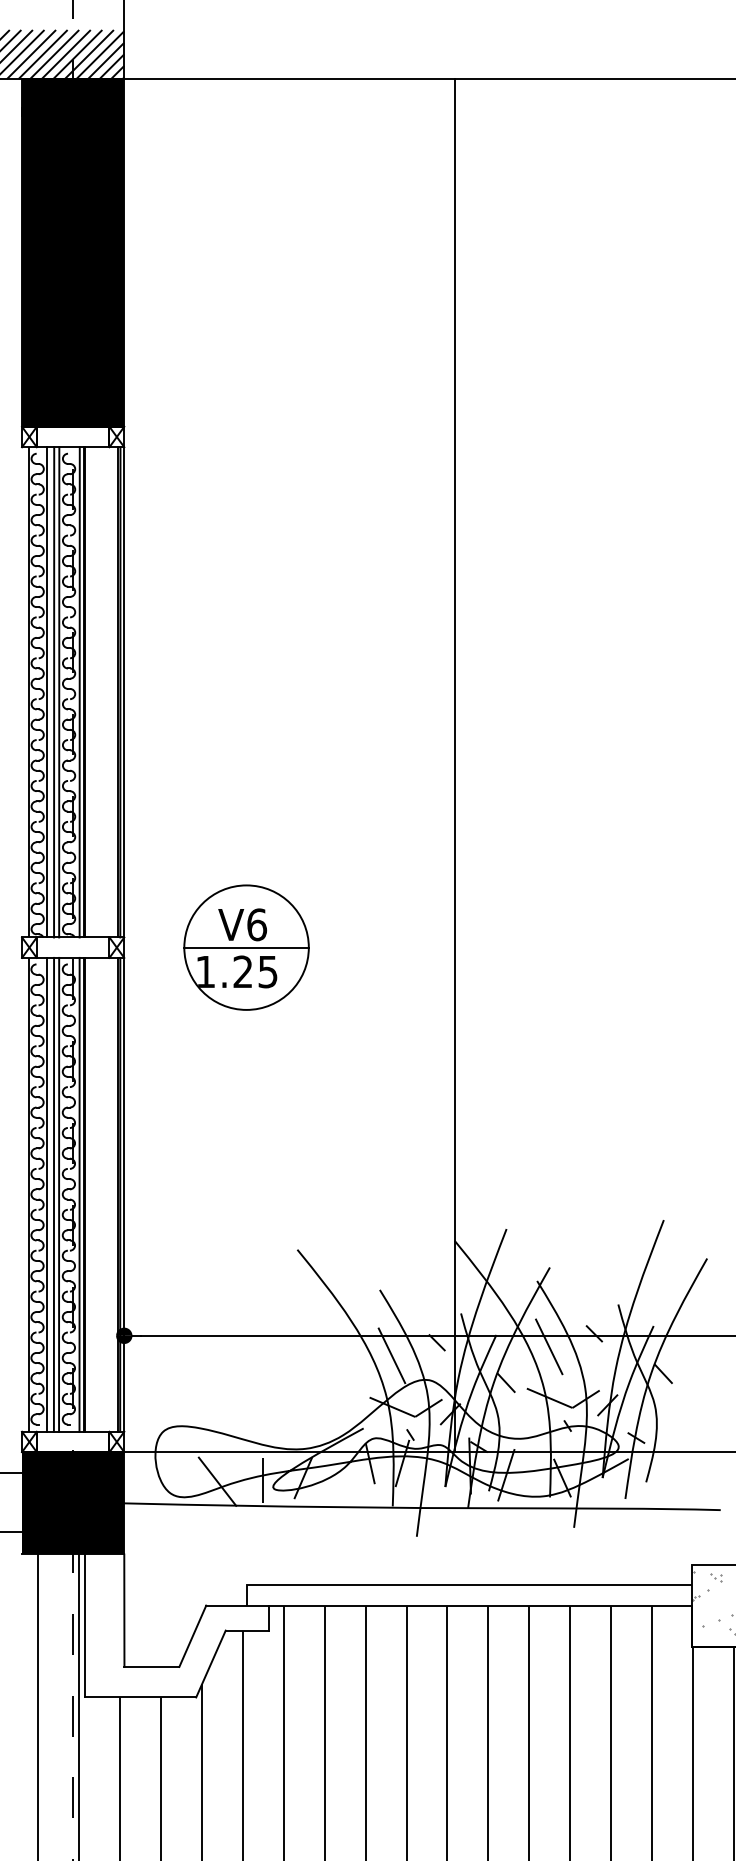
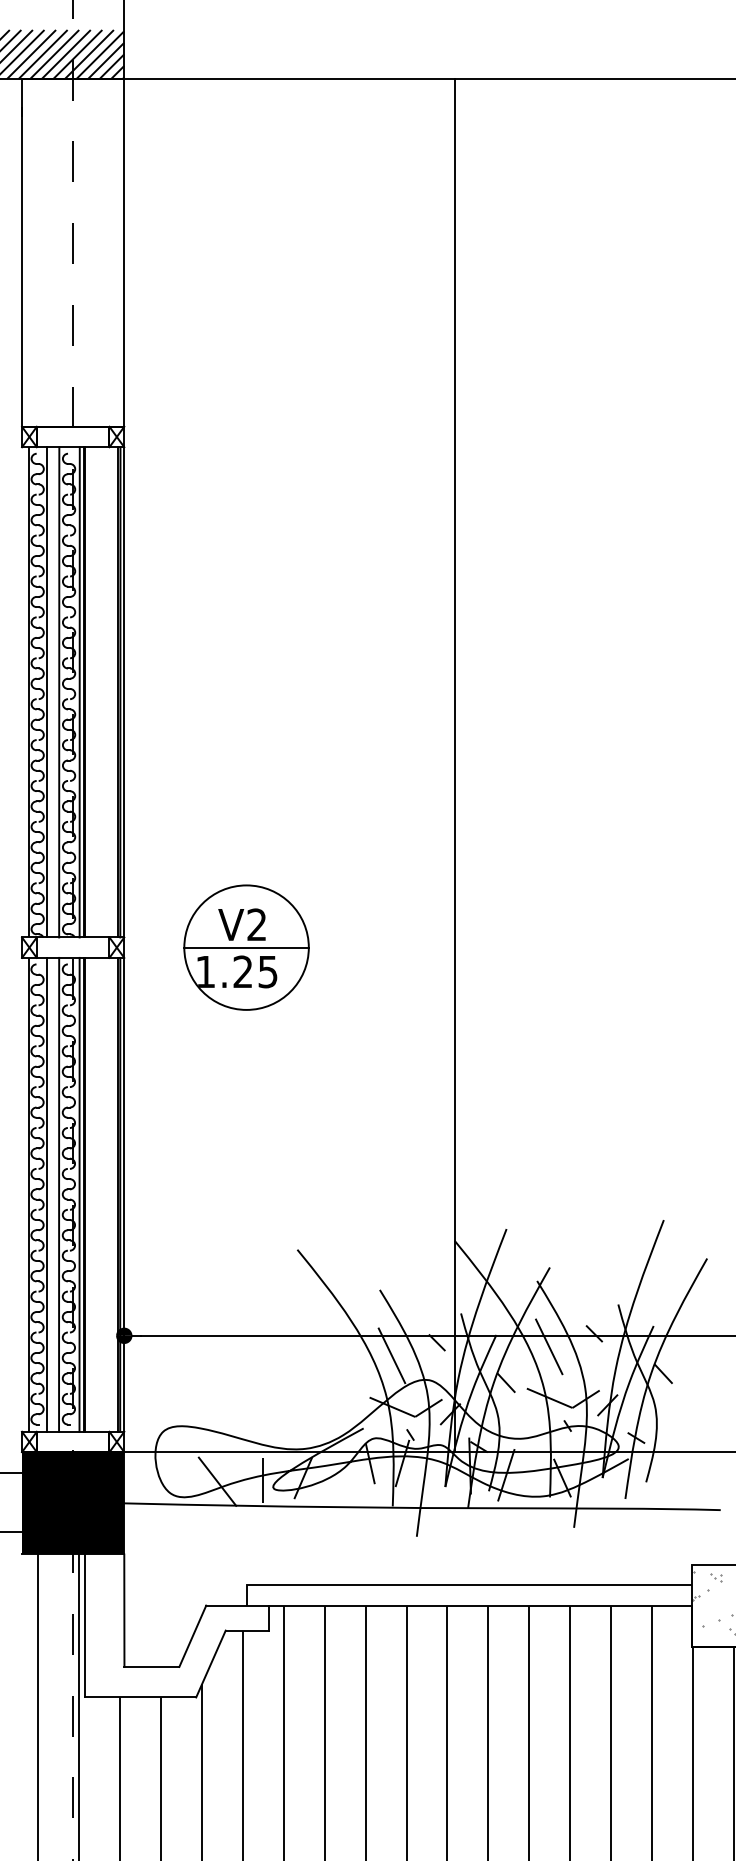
fill at (73, 252): present -> none
line at (54, 692): present -> none
text at (257, 924): V6 -> V2
line at (53, 1194): present -> none
